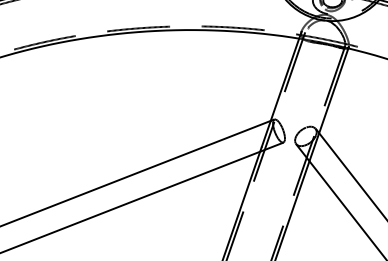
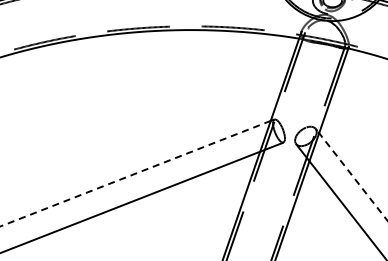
line at (135, 173): solid -> dashed
line at (352, 175): solid -> dashed
